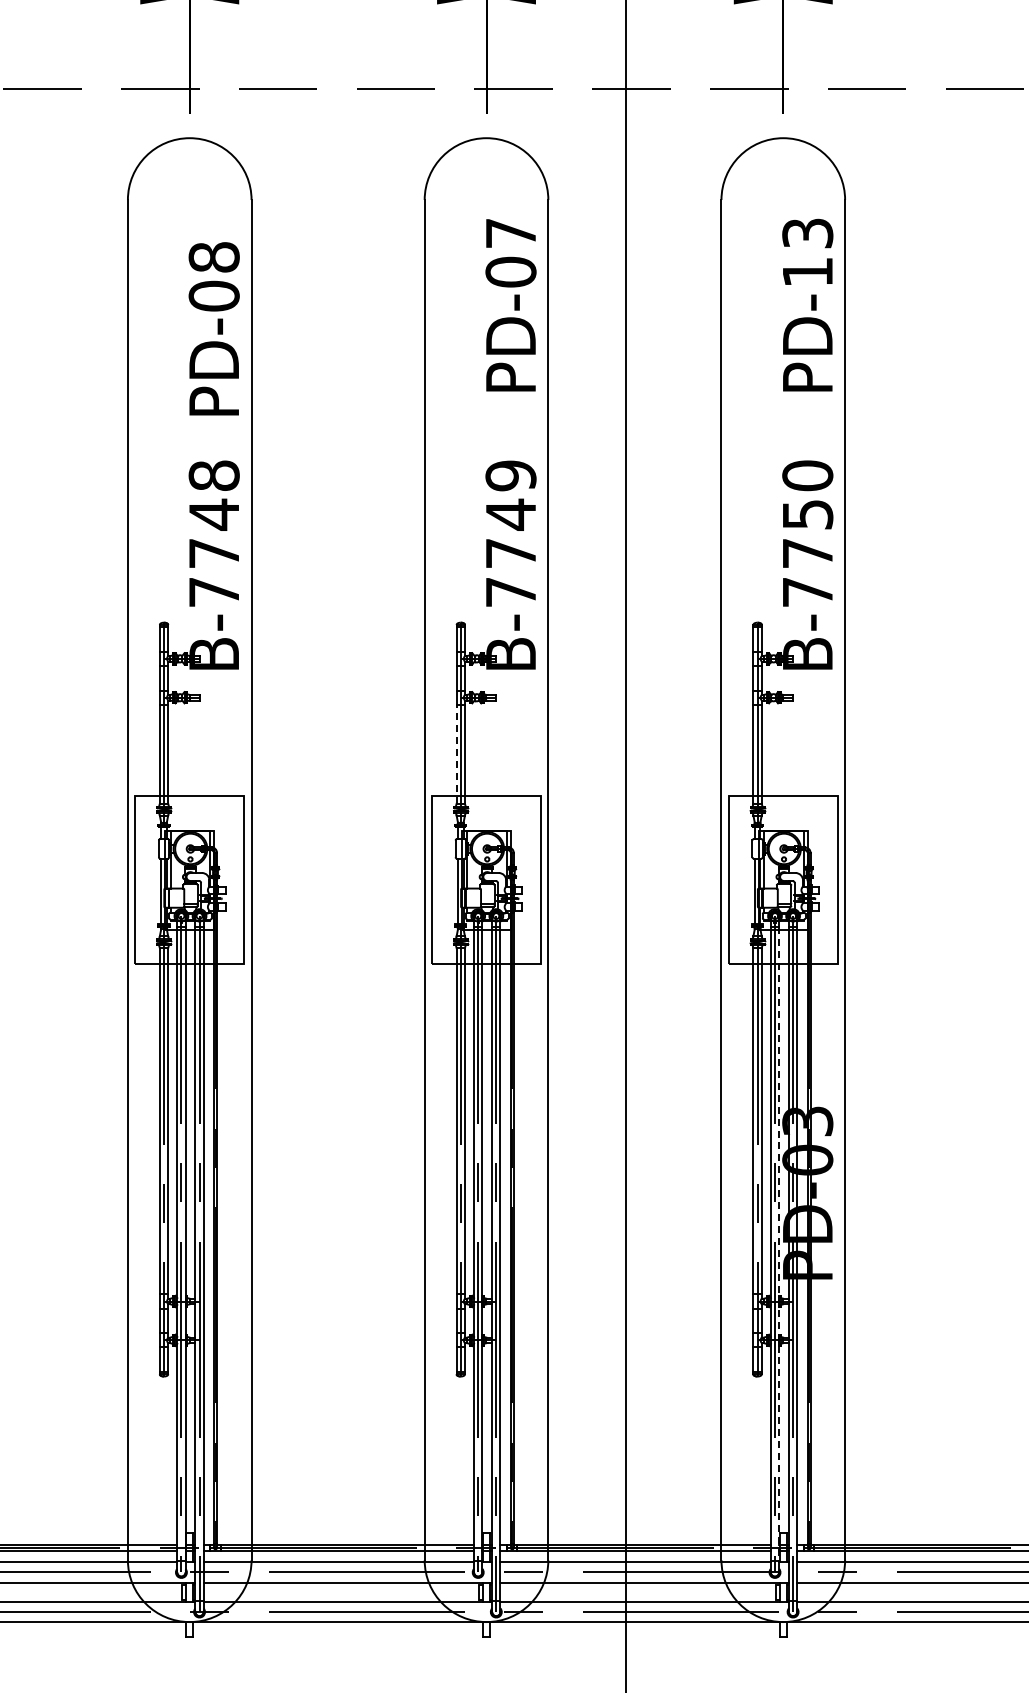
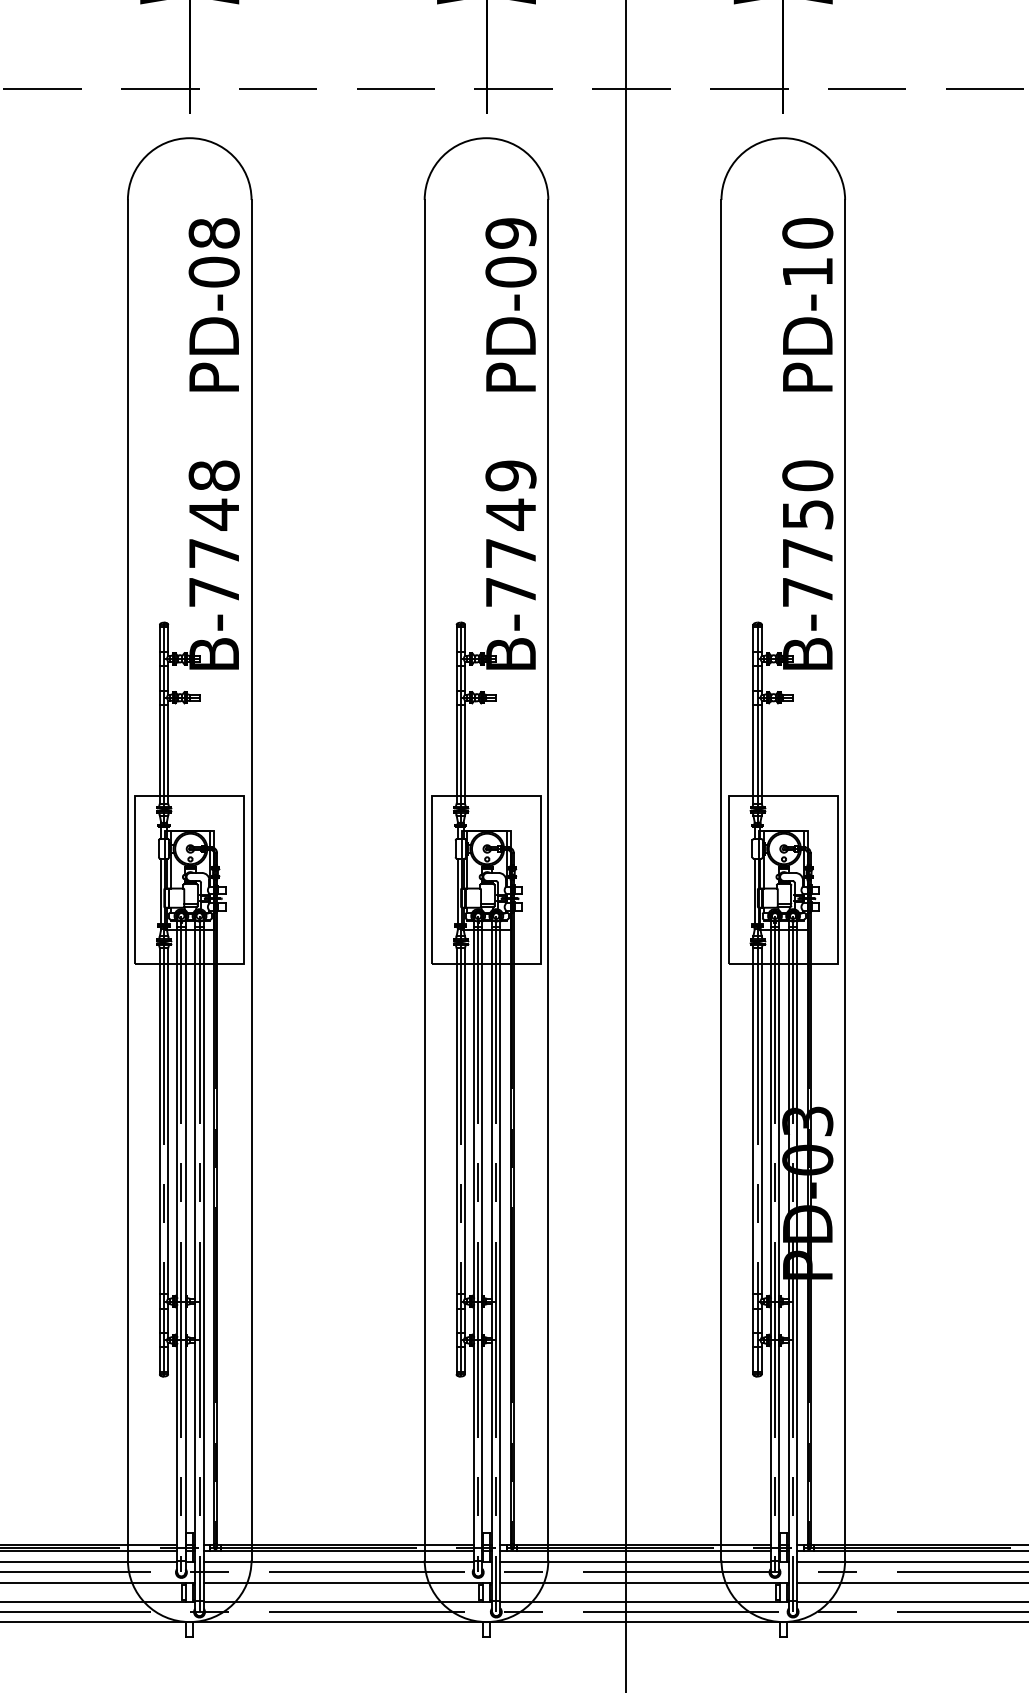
text at (510, 233): PD-07 -> PD-09
text at (807, 233): PD-13 -> PD-10
text at (213, 328) position: (213, 328) -> (213, 304)
line at (456, 753): dashed -> solid
line at (779, 1244): dashed -> solid
